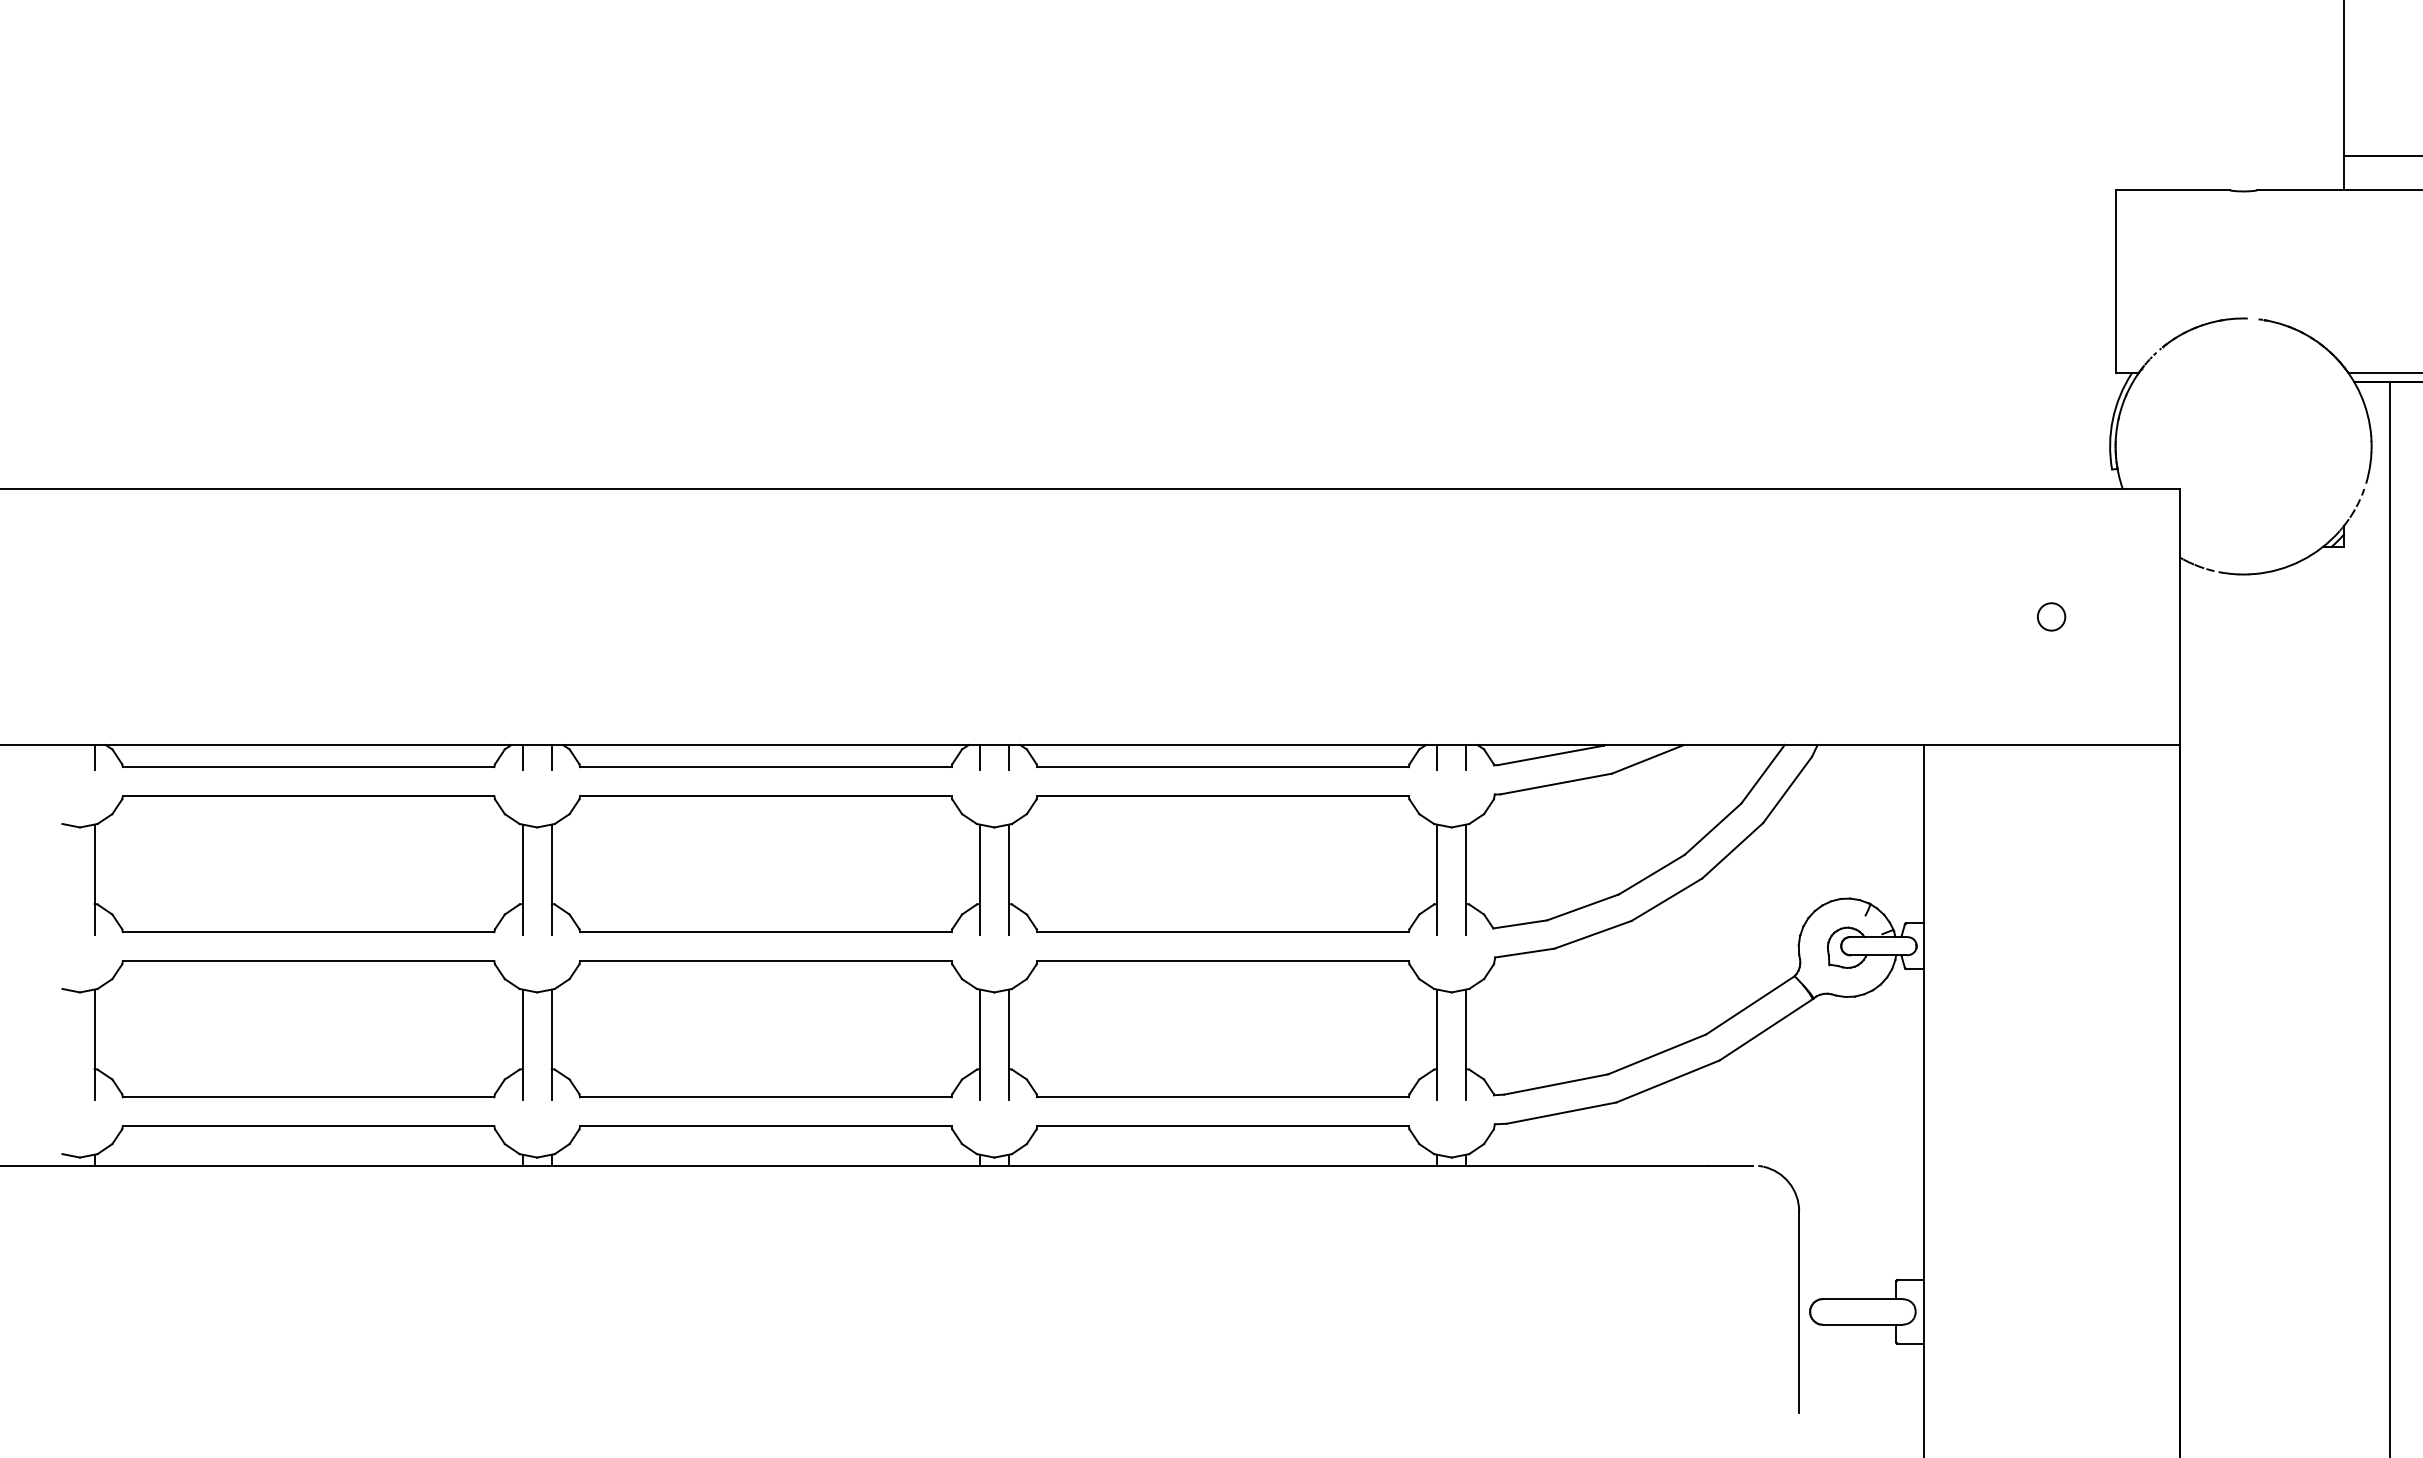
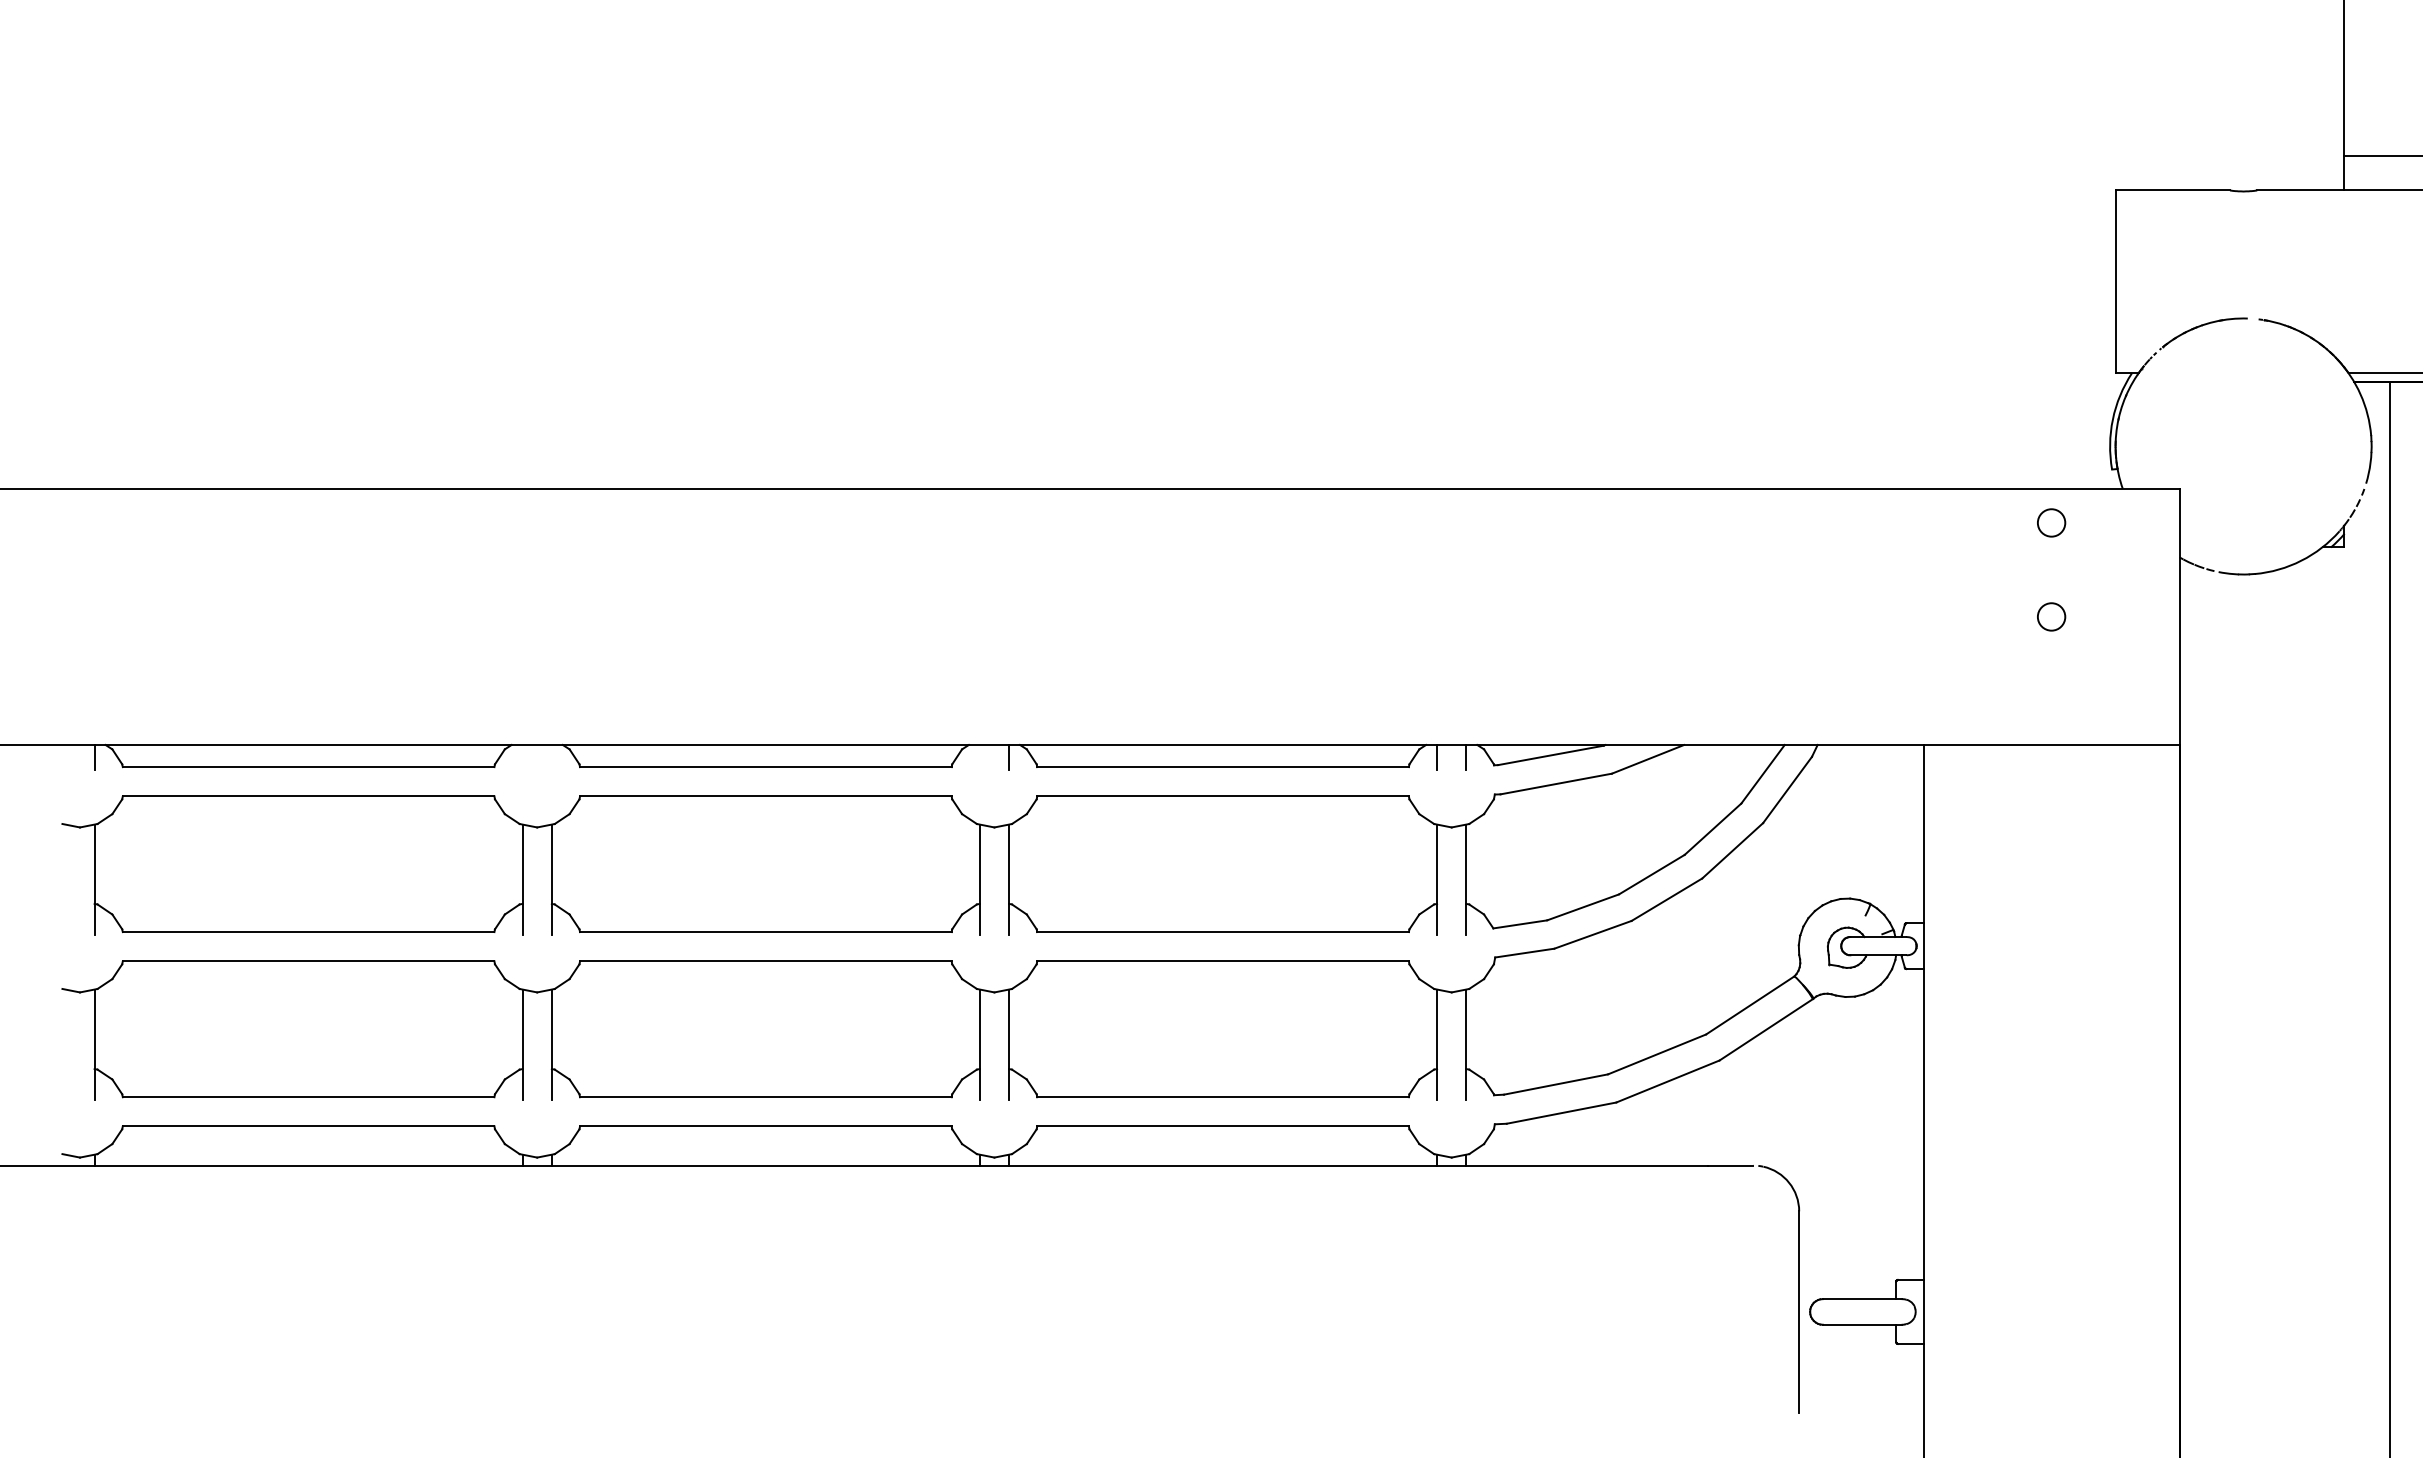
circle at (2051, 522): none -> present
line at (522, 757): present -> none
line at (551, 757): present -> none
line at (979, 757): present -> none
